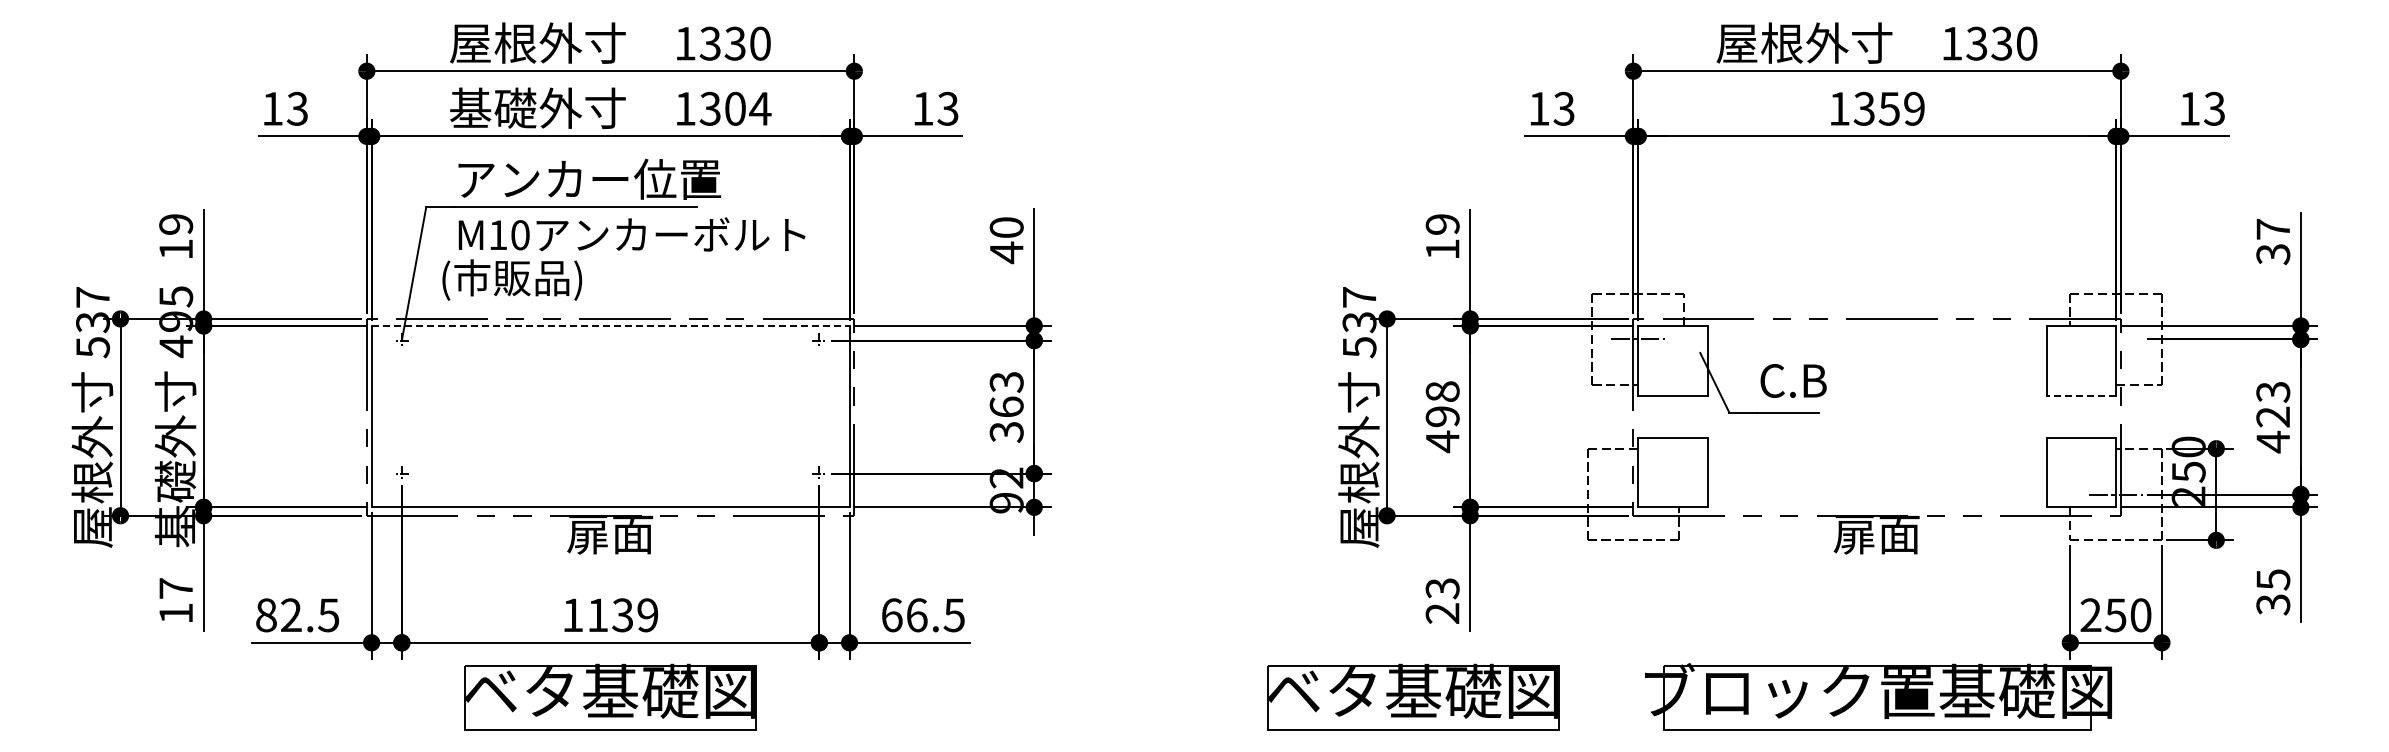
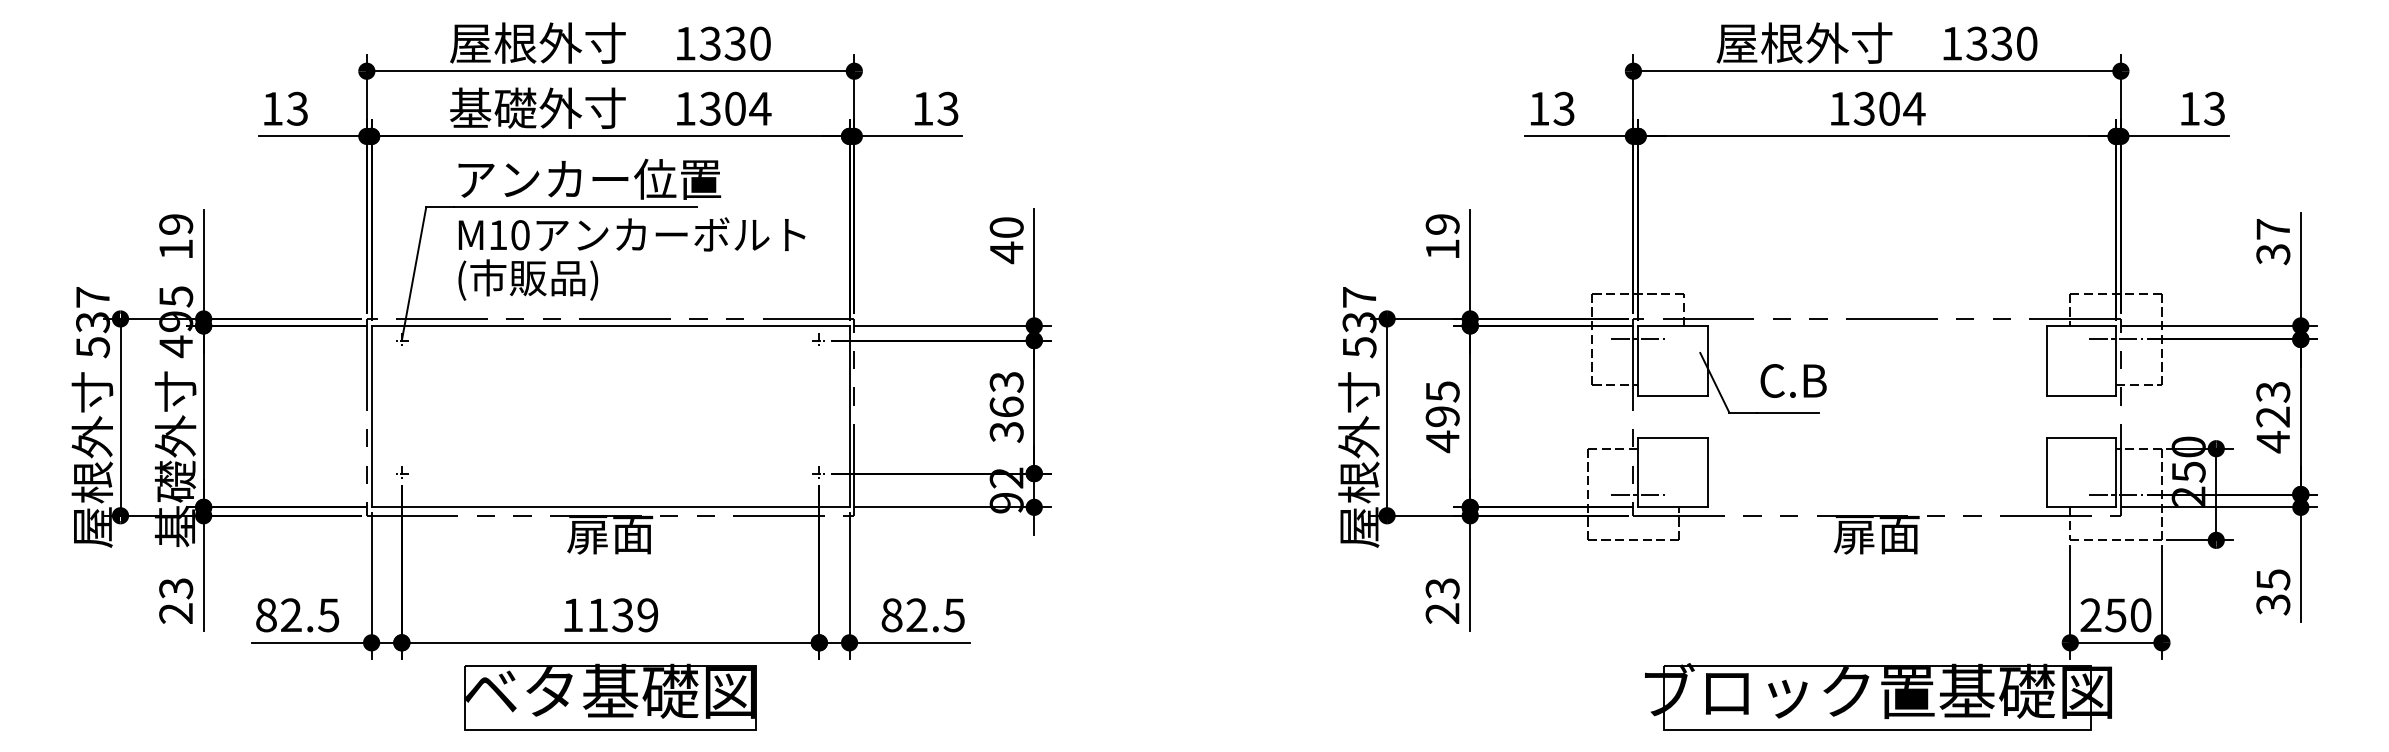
text at (1901, 108): 1359 -> 1304
text at (512, 279) position: (512, 279) -> (528, 279)
line at (610, 325): dashed -> solid
line at (2115, 339): none -> present
text at (1442, 391): 498 -> 495
line at (2081, 395): dashed -> solid
line at (1637, 494): none -> present
text at (176, 600): 17 -> 23
text at (904, 615): 66.5 -> 82.5
part at (1413, 696): present -> none
